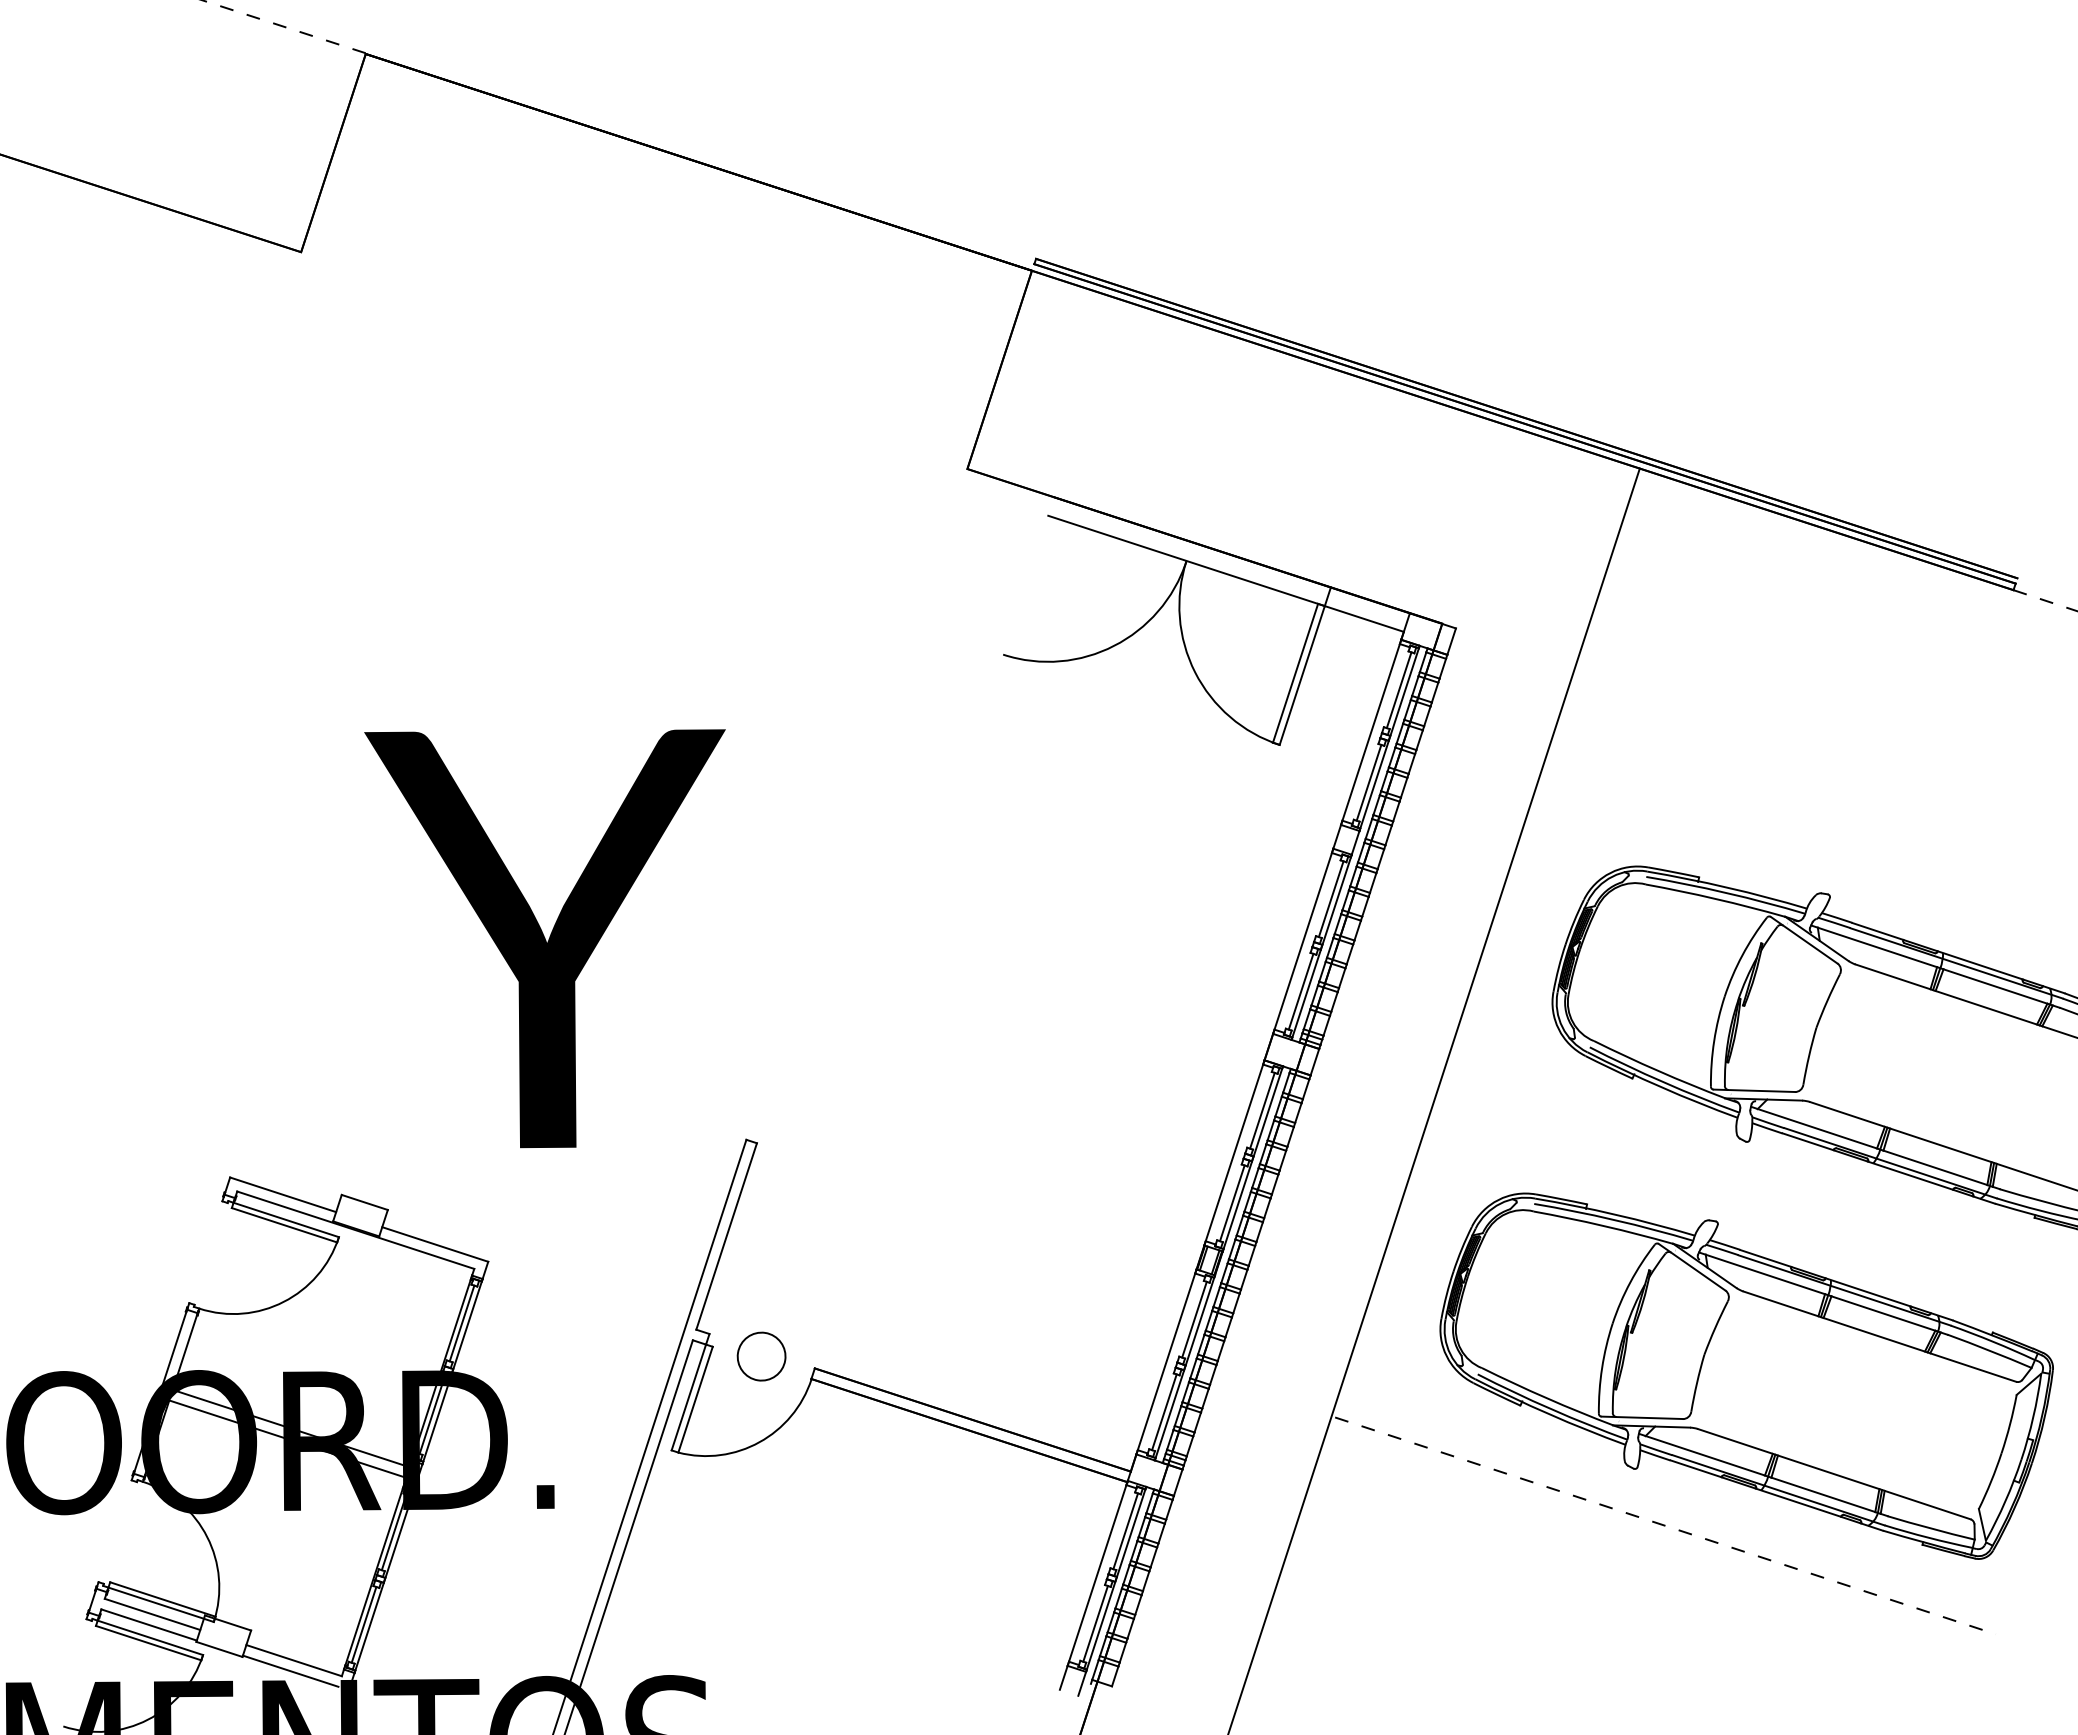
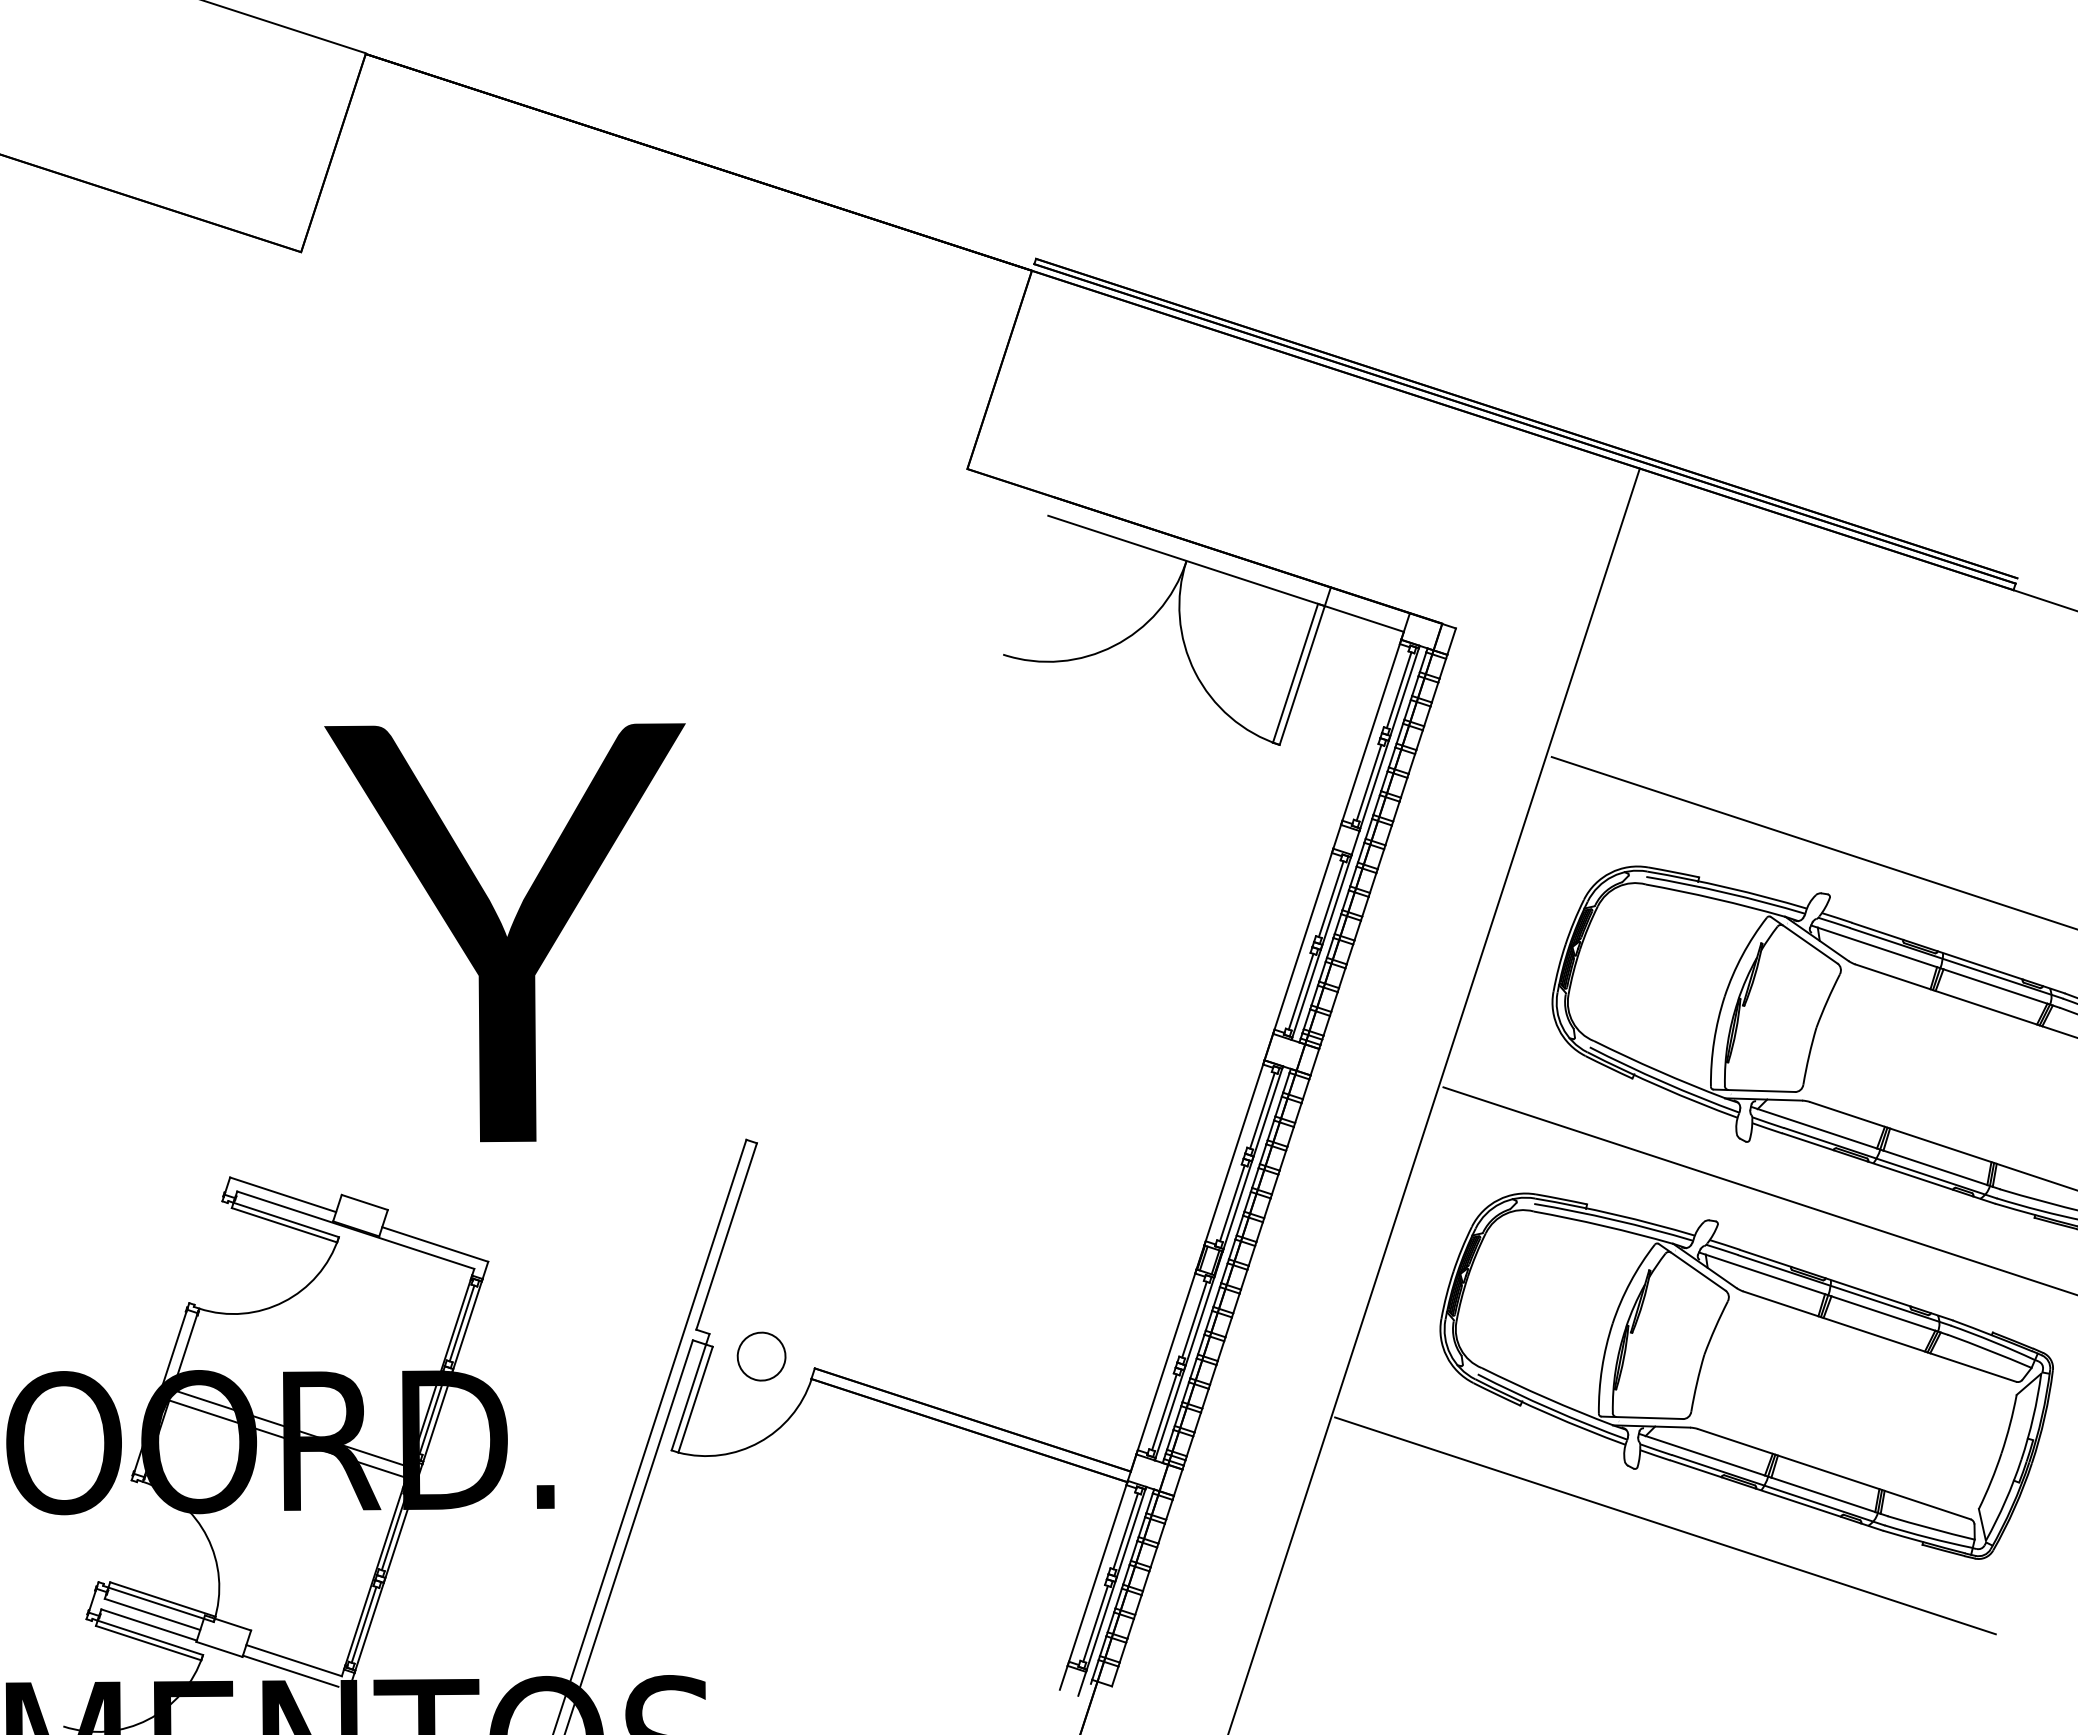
line at (283, 26): dashed -> solid
line at (2045, 600): dashed -> solid
line at (1812, 842): none -> present
text at (544, 938) position: (544, 938) -> (504, 932)
line at (1758, 1190): none -> present
line at (1665, 1525): dashed -> solid
